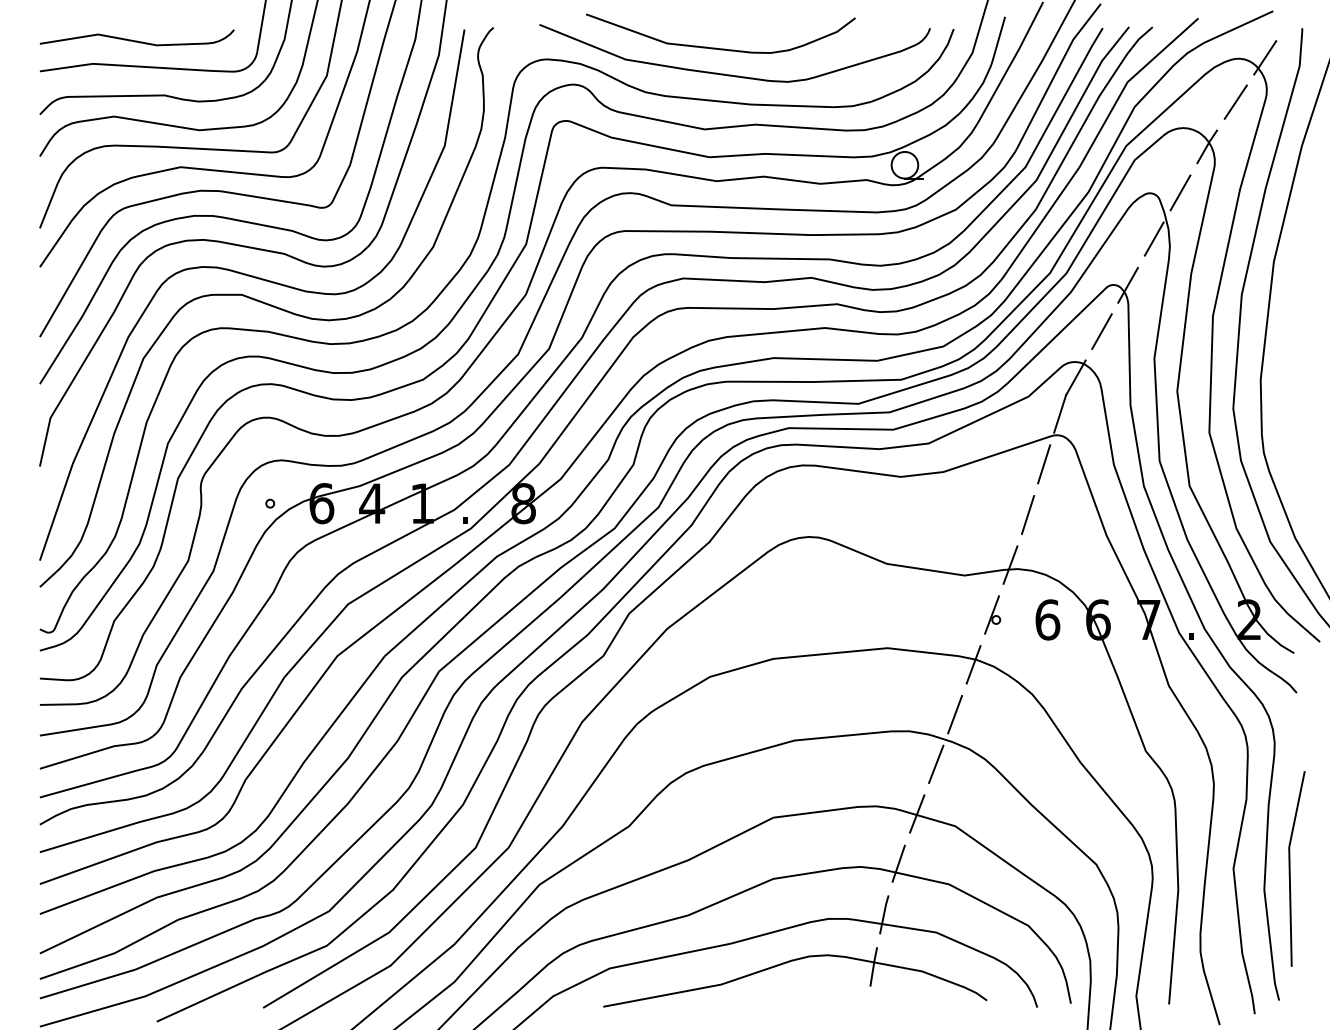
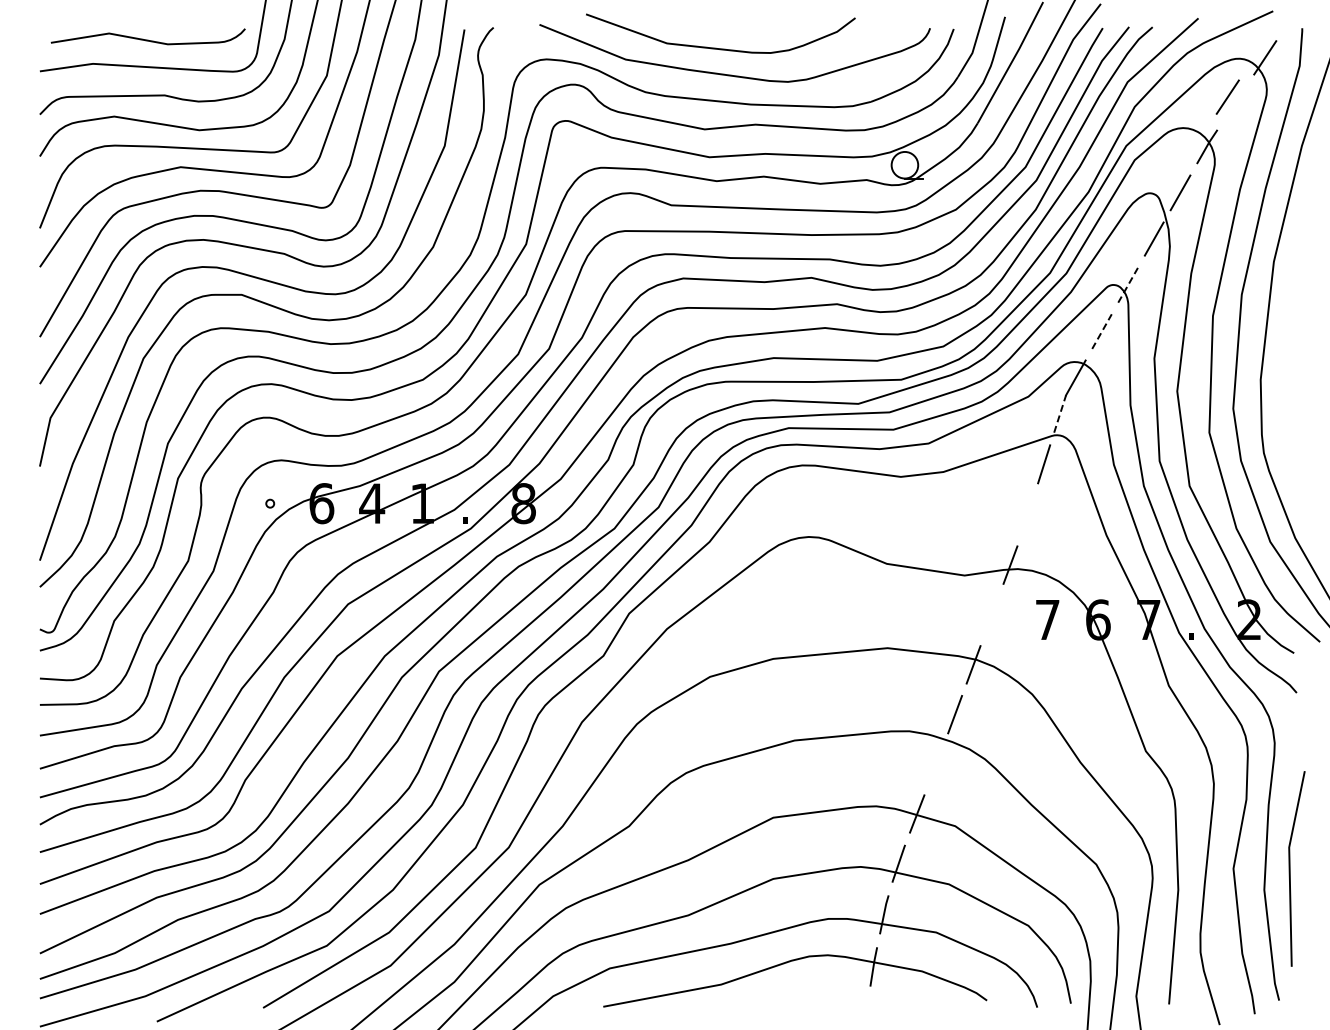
curve at (136, 40) position: (136, 40) -> (147, 39)
line at (1235, 101) position: (1235, 101) -> (1227, 96)
line at (1128, 285): solid -> dashed
line at (1102, 331): solid -> dashed
line at (1060, 413): solid -> dashed
line at (1027, 515): present -> none
part at (992, 614): present -> none
text at (1047, 619): 6 -> 7
line at (936, 763): present -> none
